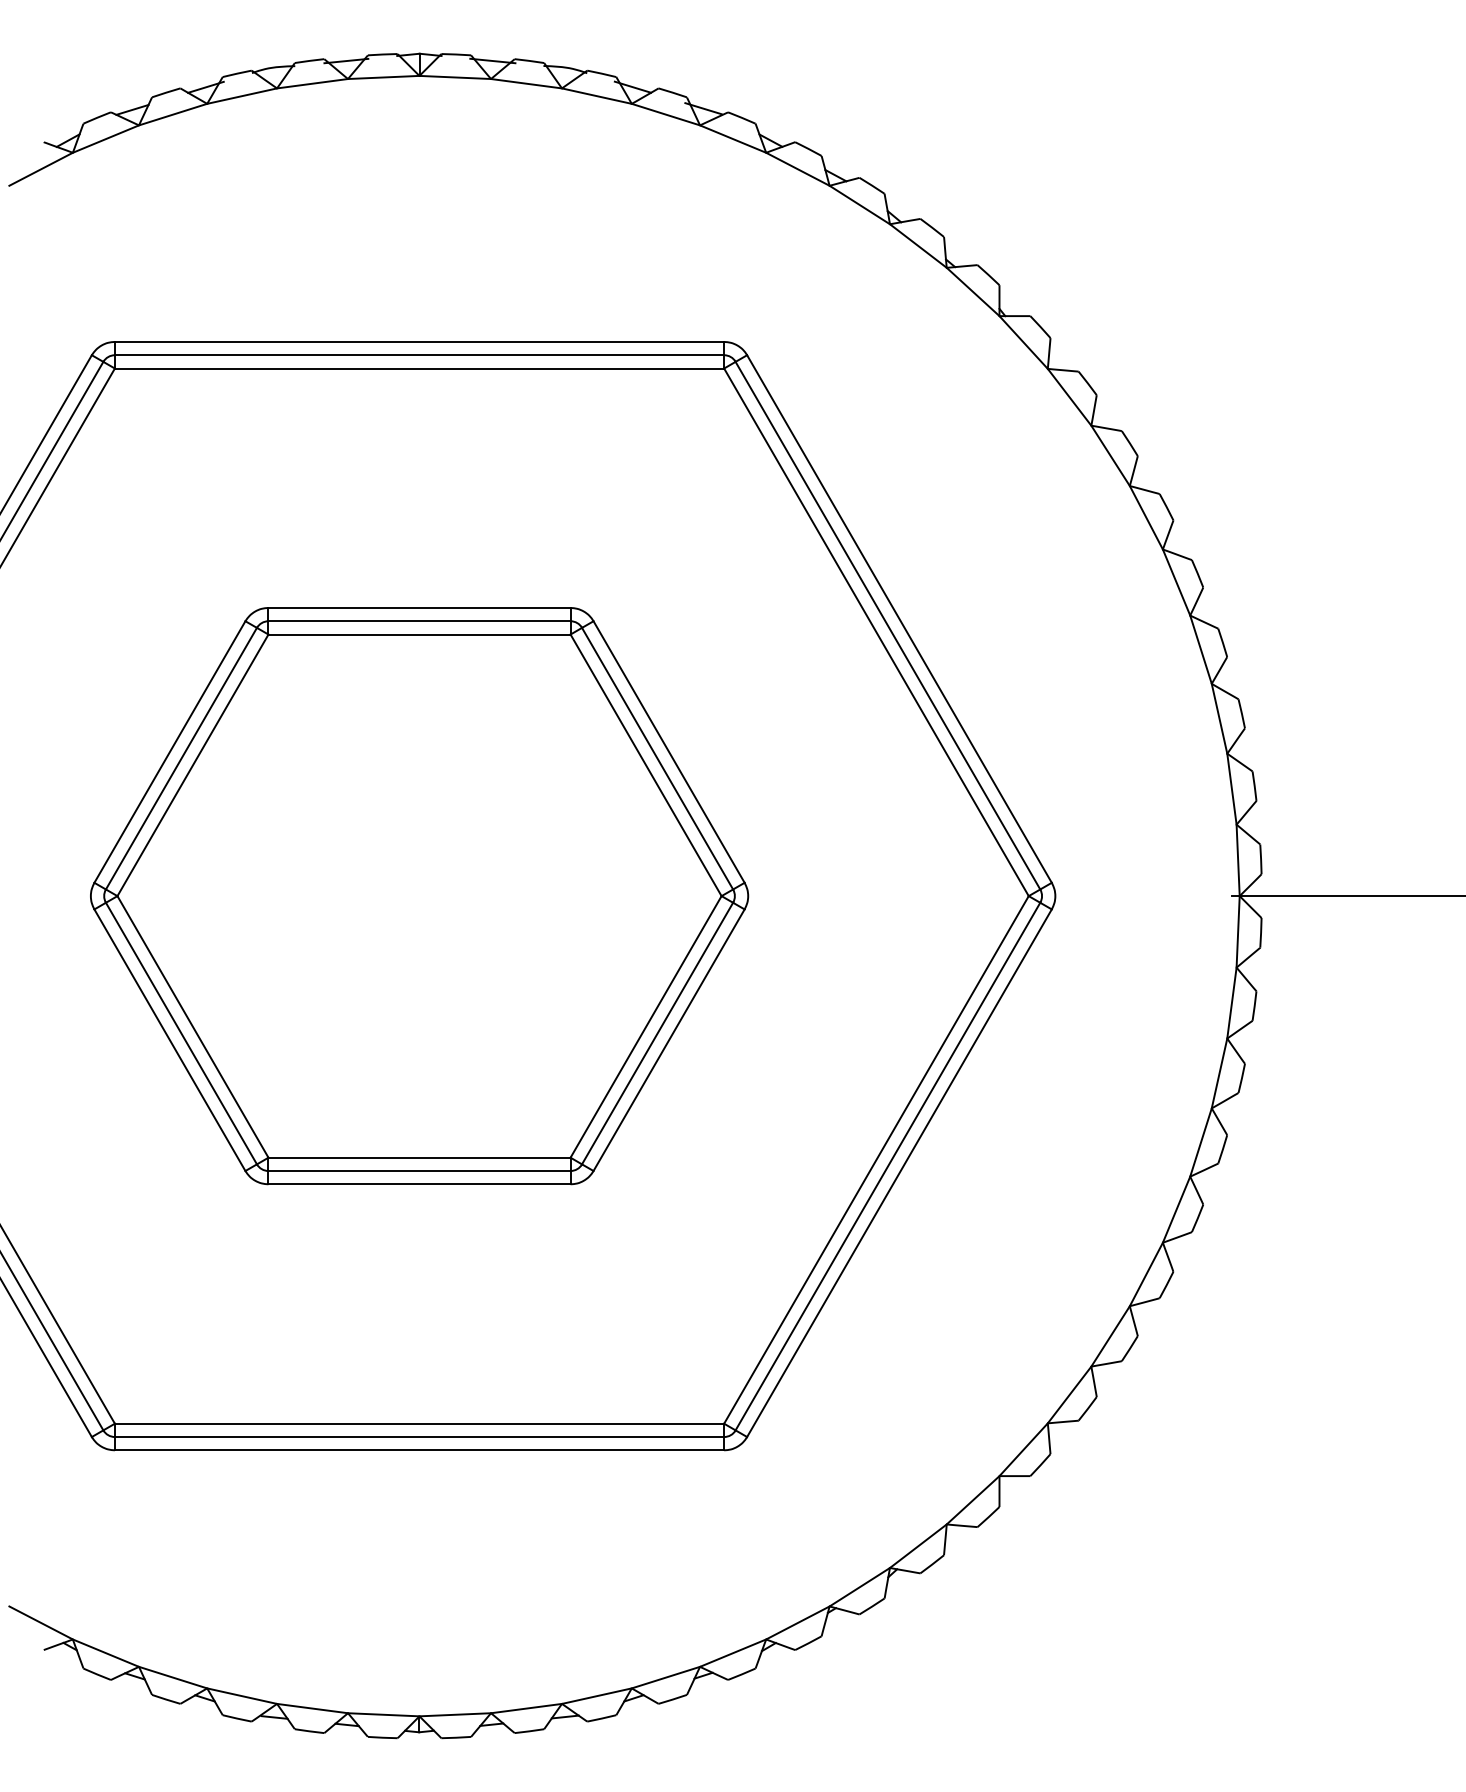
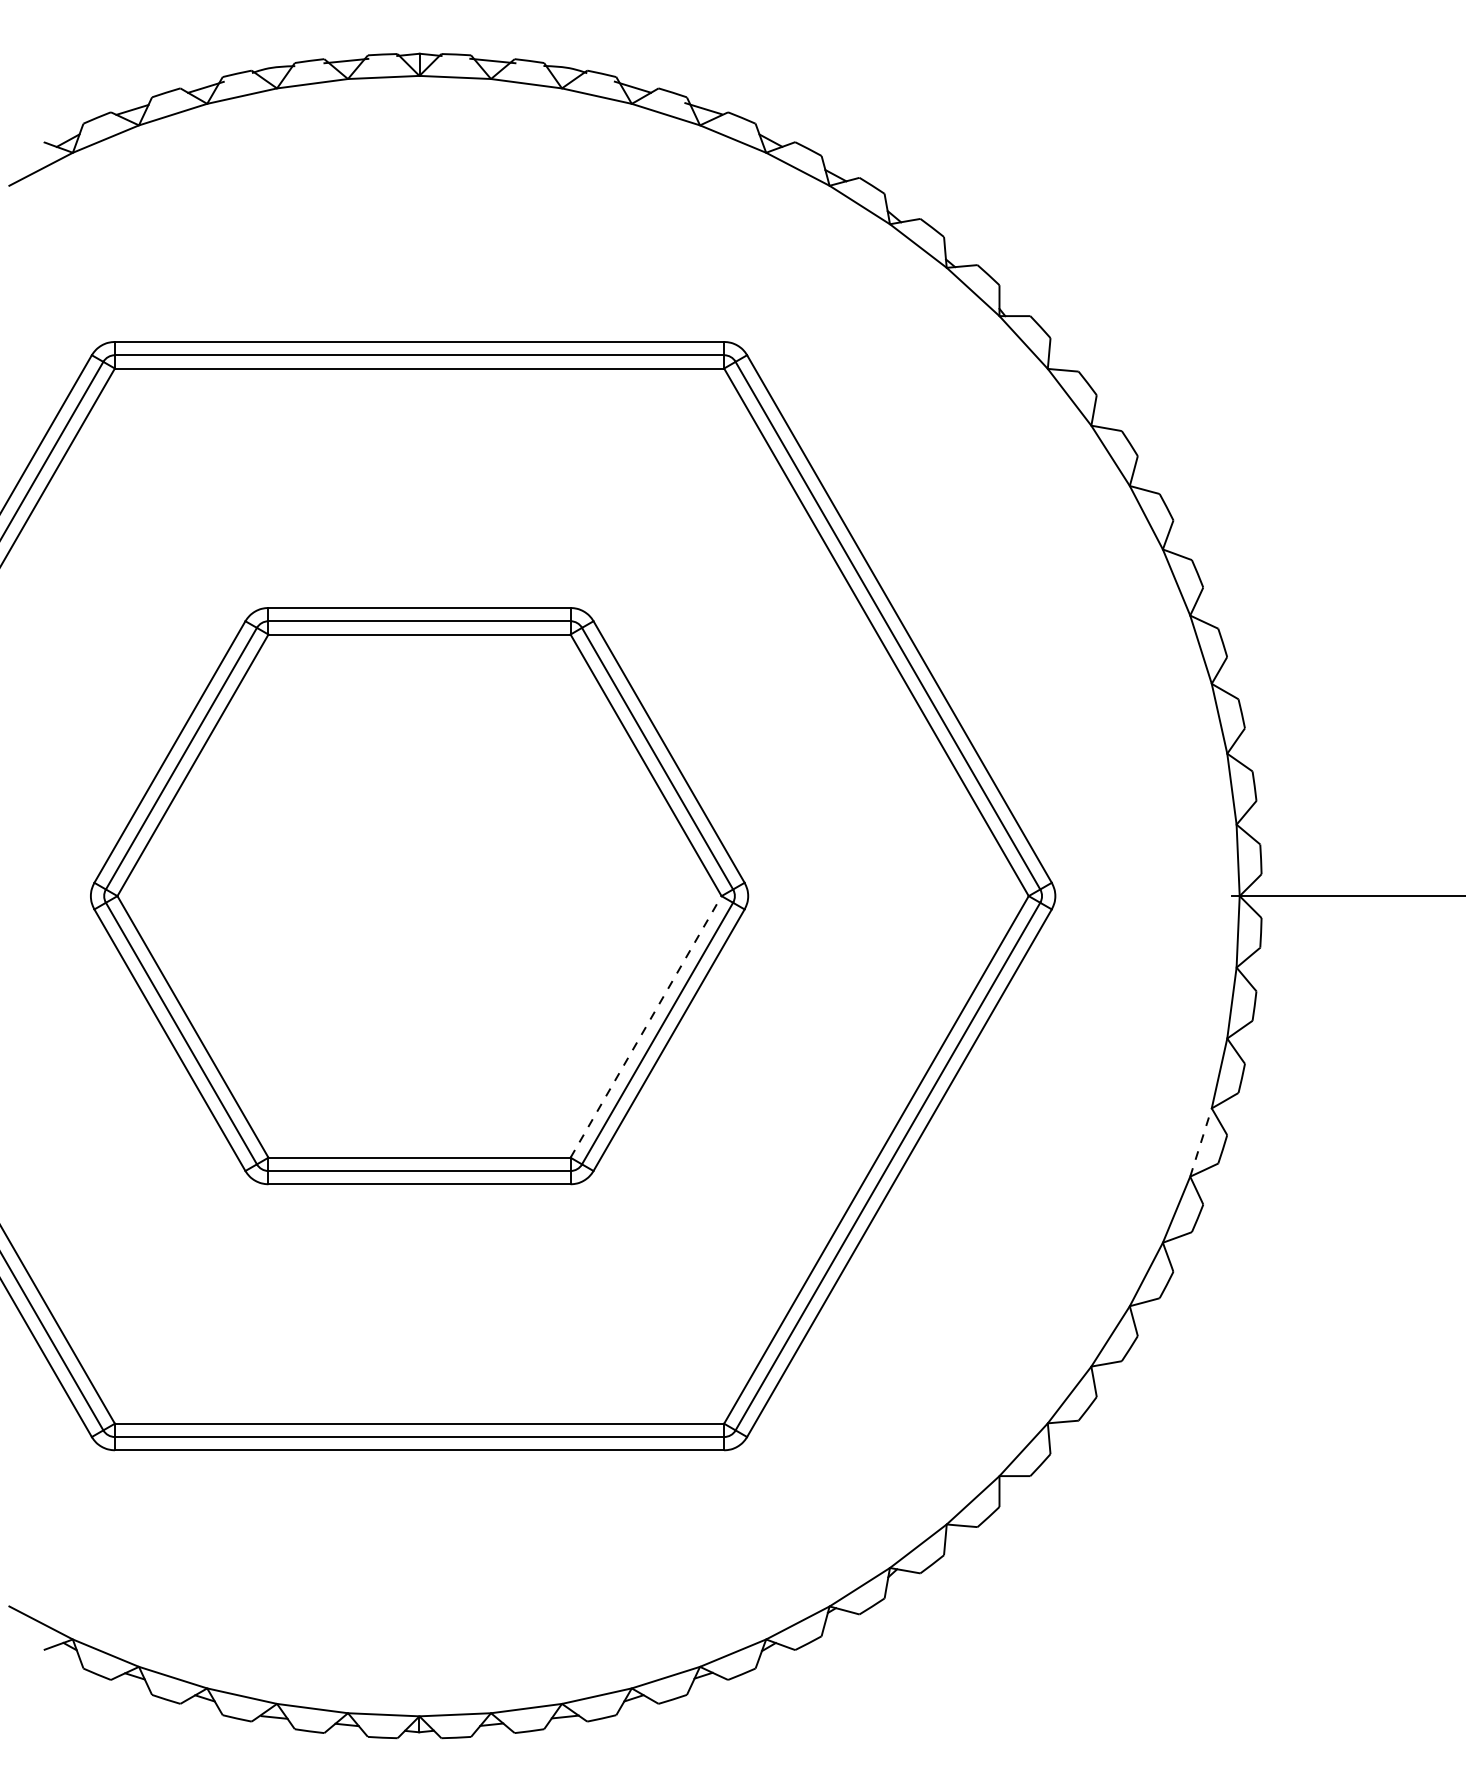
line at (646, 1026): solid -> dashed
line at (1200, 1142): solid -> dashed
